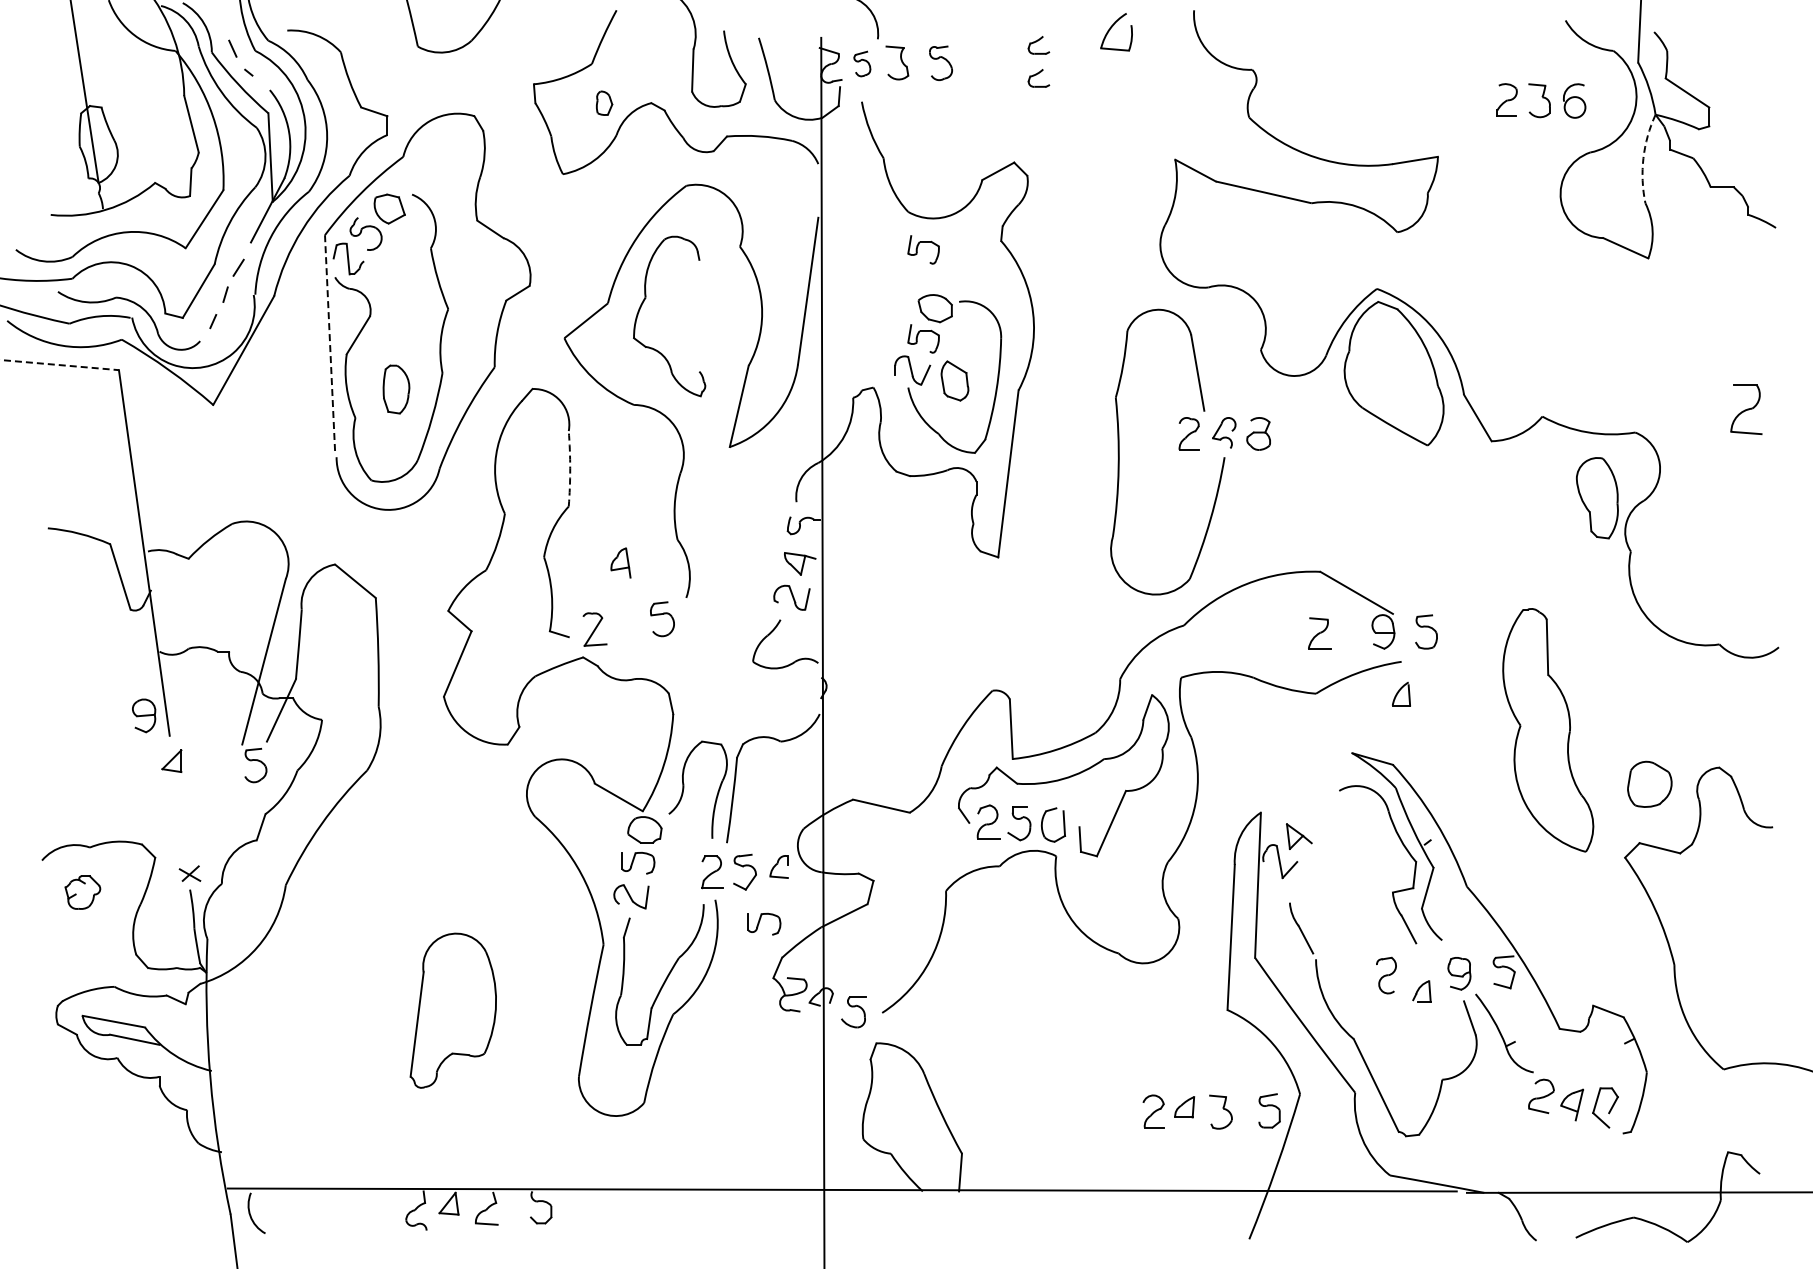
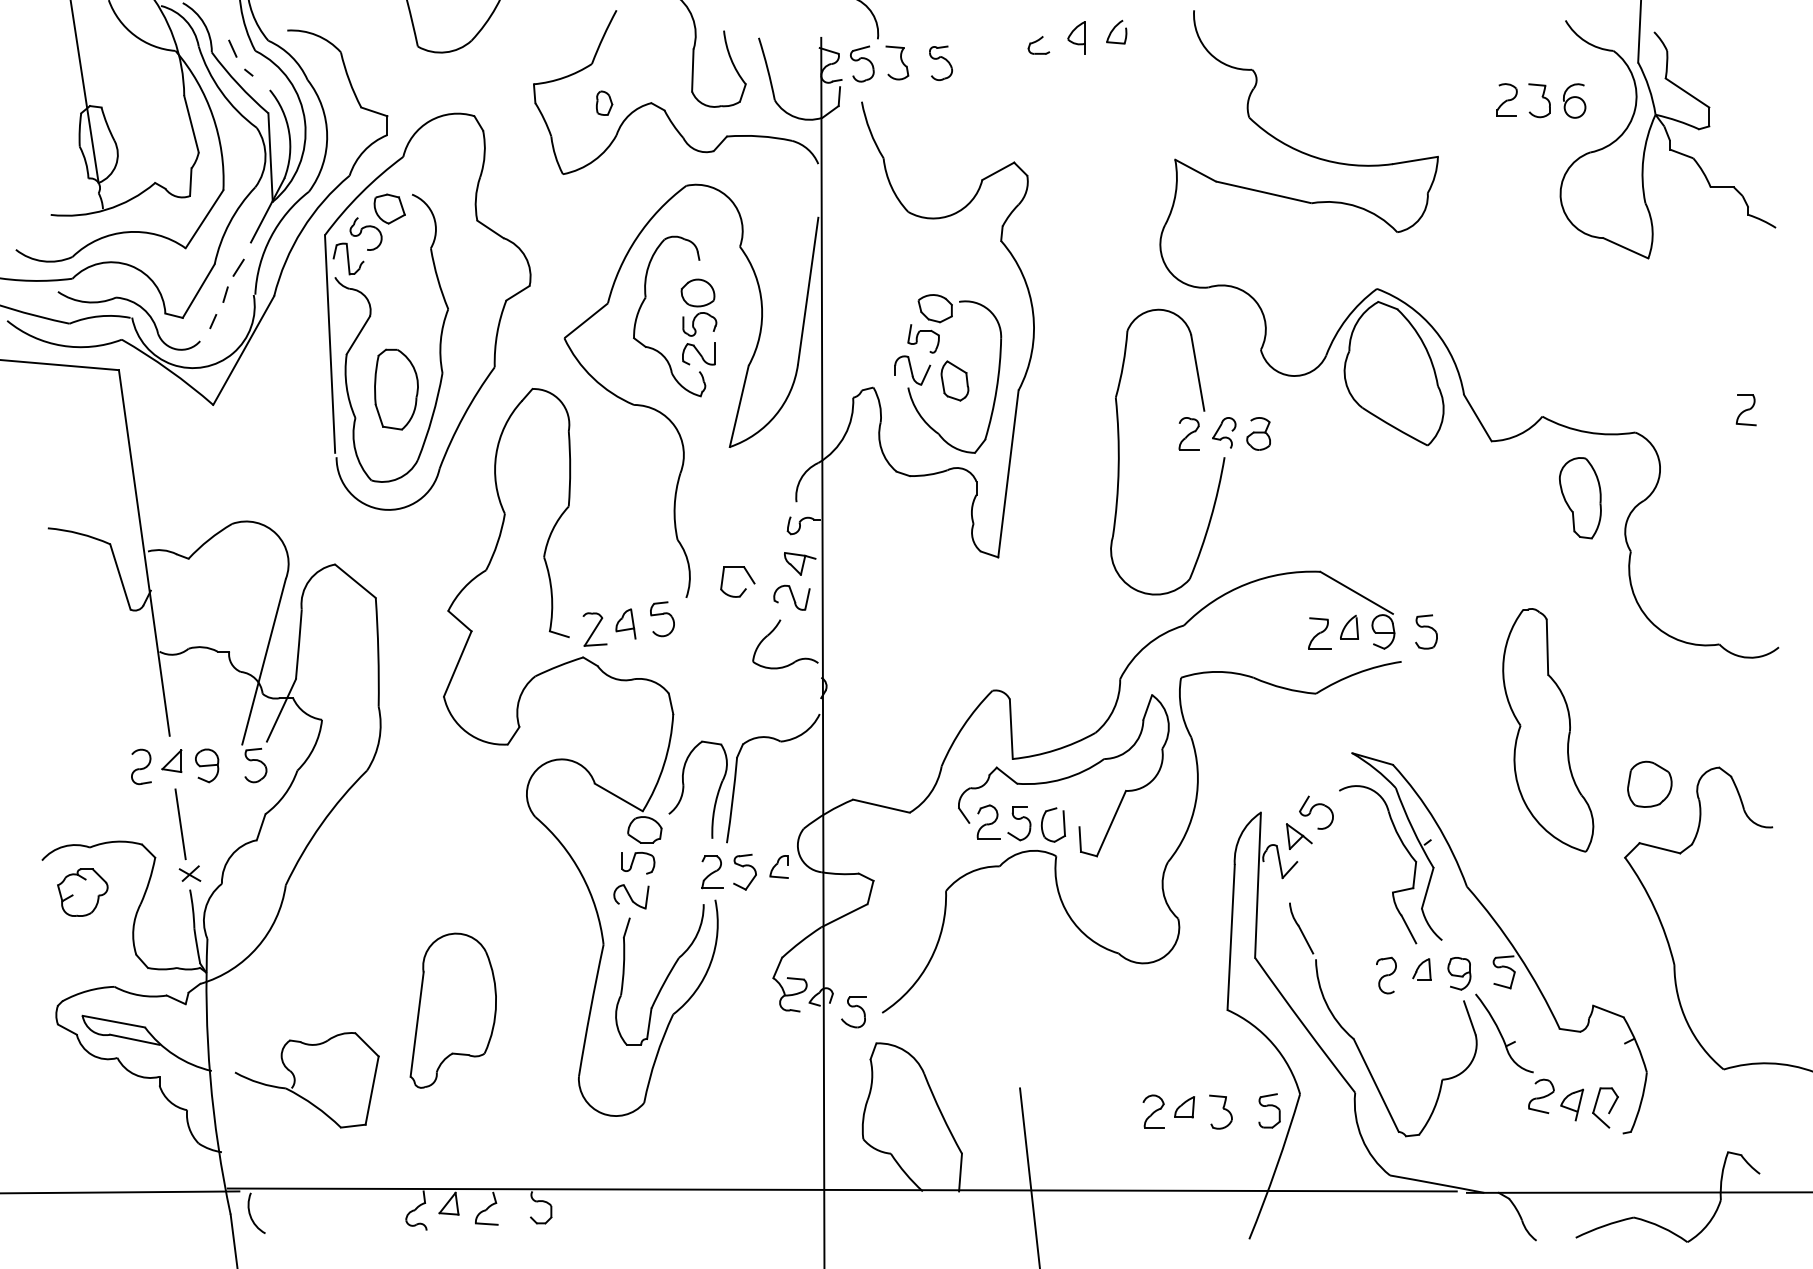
part at (1116, 32) size: 33x39 px -> 22x26 px
part at (1076, 37): none -> present
part at (862, 63) size: 19x28 px -> 25x38 px
part at (1038, 78): present -> none
arc at (1643, 158): dashed -> solid
part at (923, 249): present -> none
part at (698, 321): none -> present
line at (330, 344): dashed -> solid
line at (60, 365): dashed -> solid
part at (396, 389) size: 29x51 px -> 45x83 px
part at (1746, 409) size: 33x52 px -> 22x33 px
arc at (570, 468): dashed -> solid
part at (1597, 498) position: (1597, 498) -> (1580, 498)
part at (620, 562) position: (620, 562) -> (625, 623)
part at (745, 588): none -> present
part at (1401, 693) position: (1401, 693) -> (1349, 626)
part at (144, 715) position: (144, 715) -> (207, 765)
part at (141, 766): none -> present
part at (1316, 812): none -> present
line at (180, 824): none -> present
part at (82, 892) size: 38x35 px -> 52x49 px
part at (764, 923): present -> none
part at (1421, 991) position: (1421, 991) -> (1421, 969)
part at (306, 1080): none -> present
line at (1029, 1176): none -> present
line at (120, 1192): none -> present
